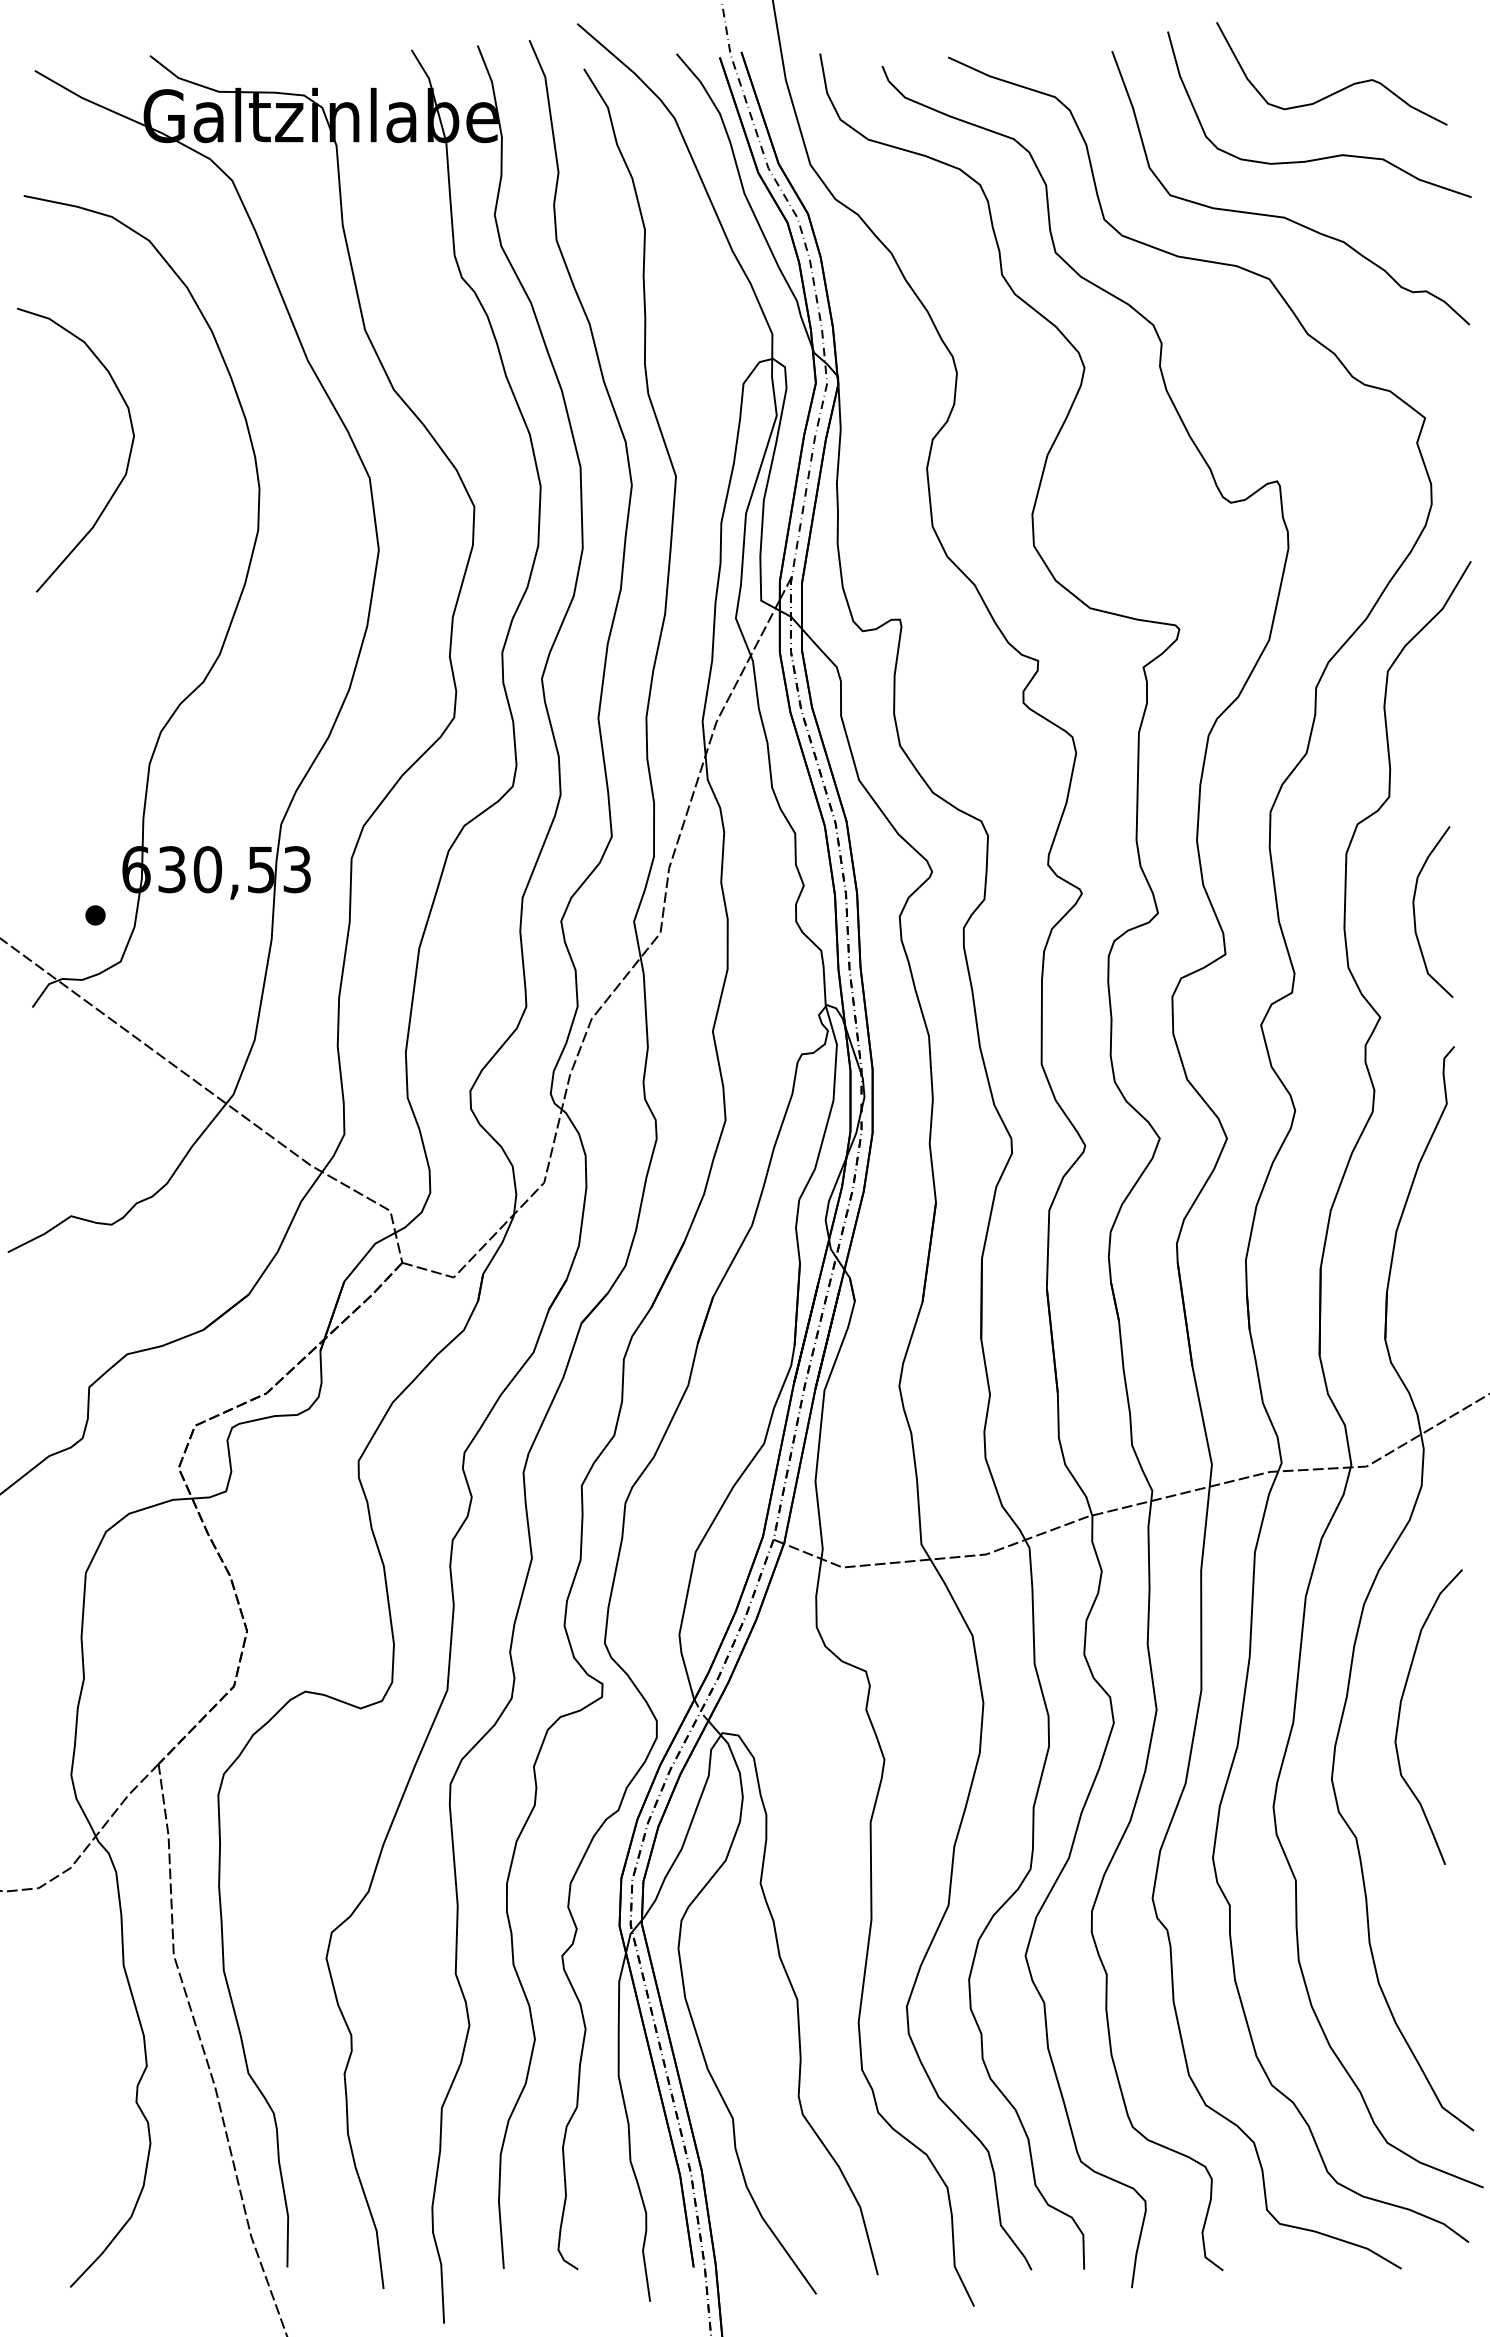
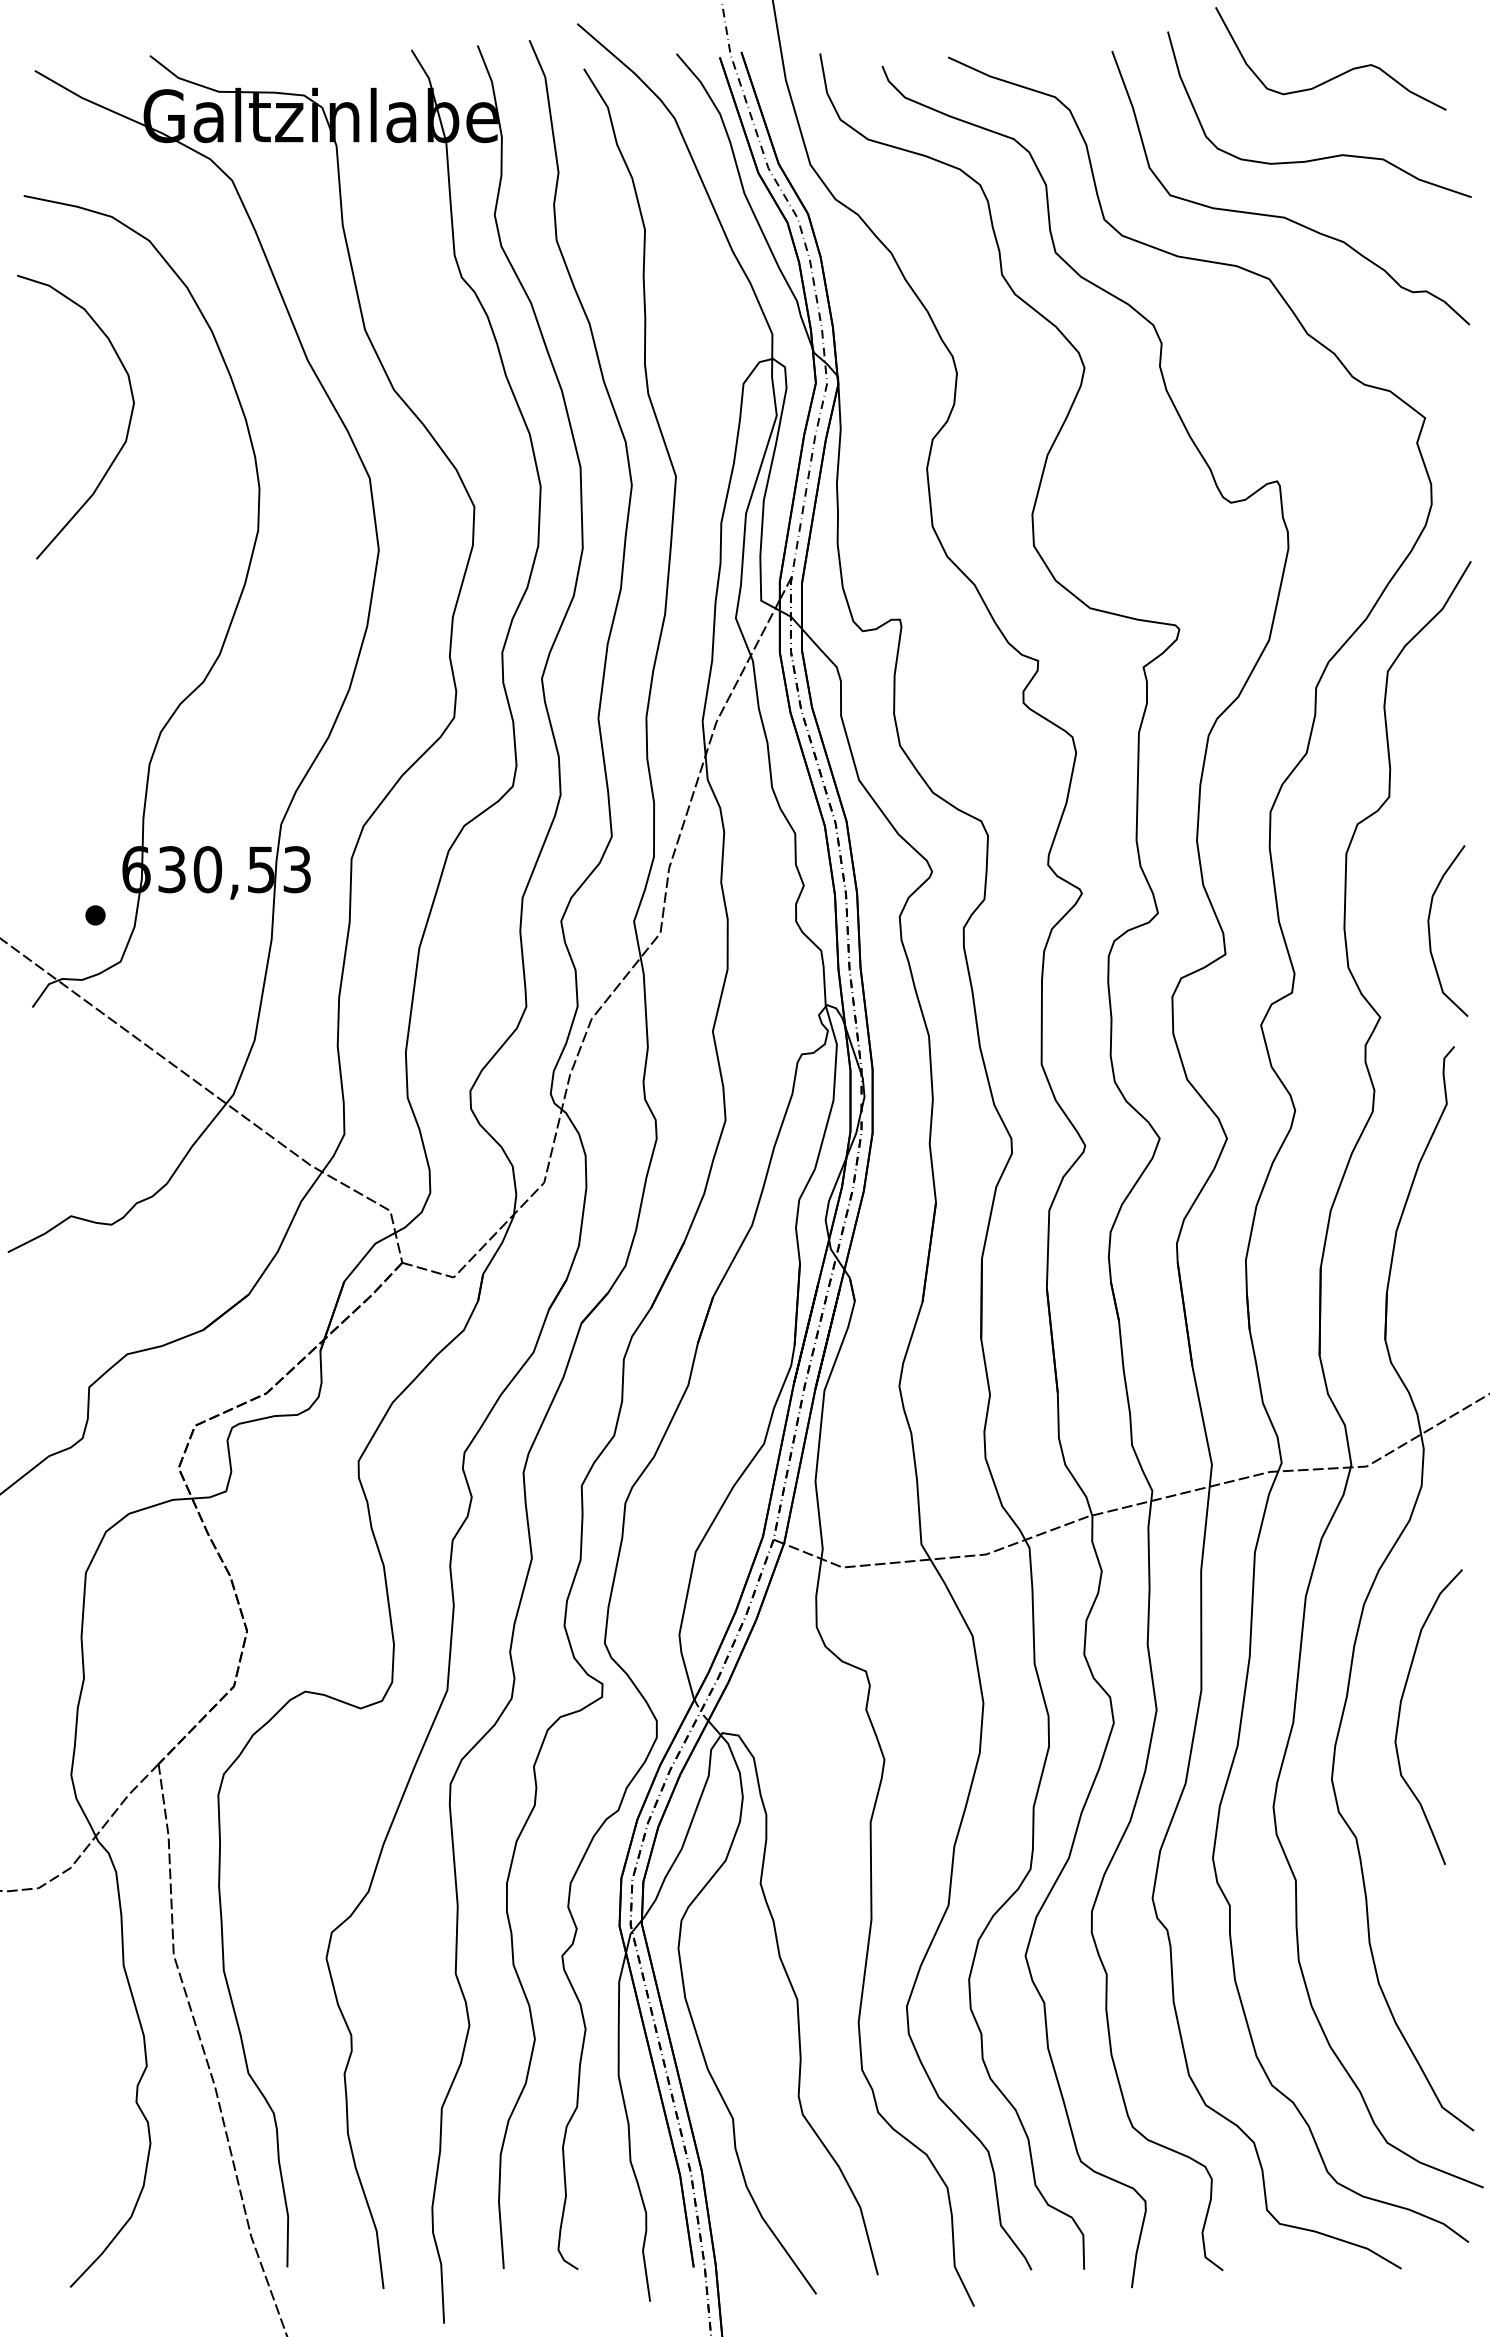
curve at (1340, 89) position: (1340, 89) -> (1339, 74)
curve at (127, 461) position: (127, 461) -> (127, 428)
curve at (1415, 913) position: (1415, 913) -> (1430, 932)
